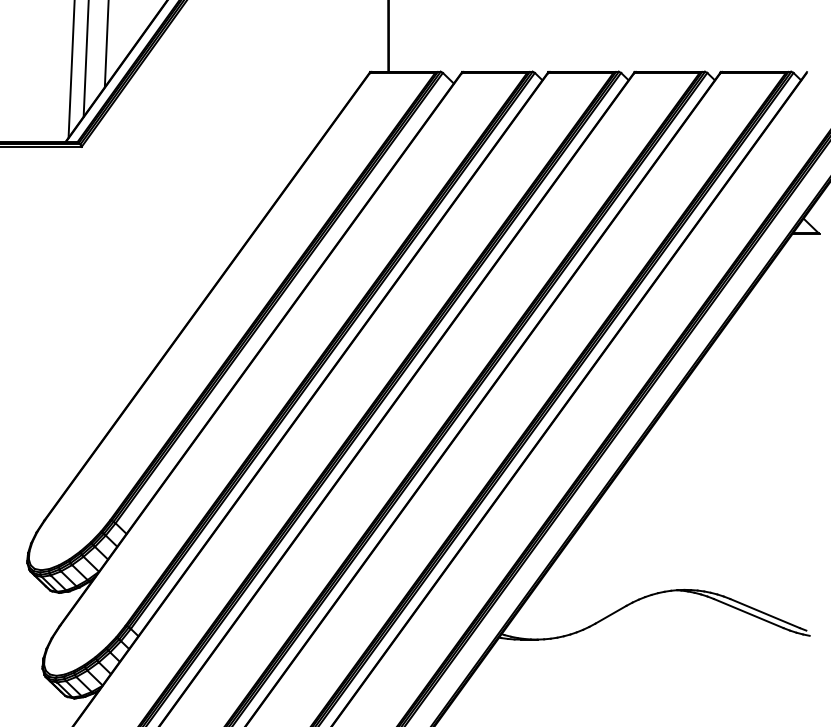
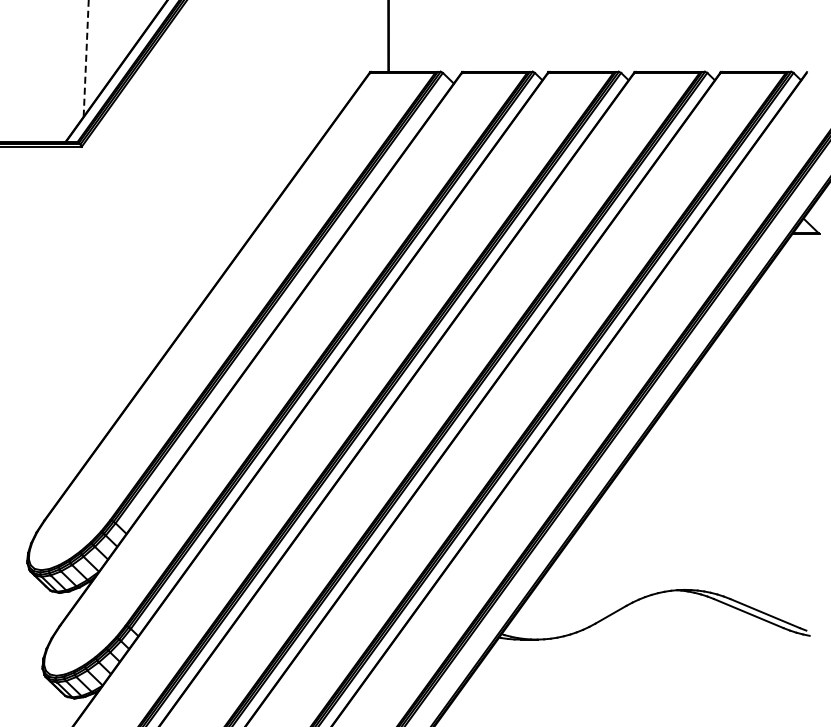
line at (106, 44): present -> none
line at (86, 58): solid -> dashed
line at (71, 69): present -> none
